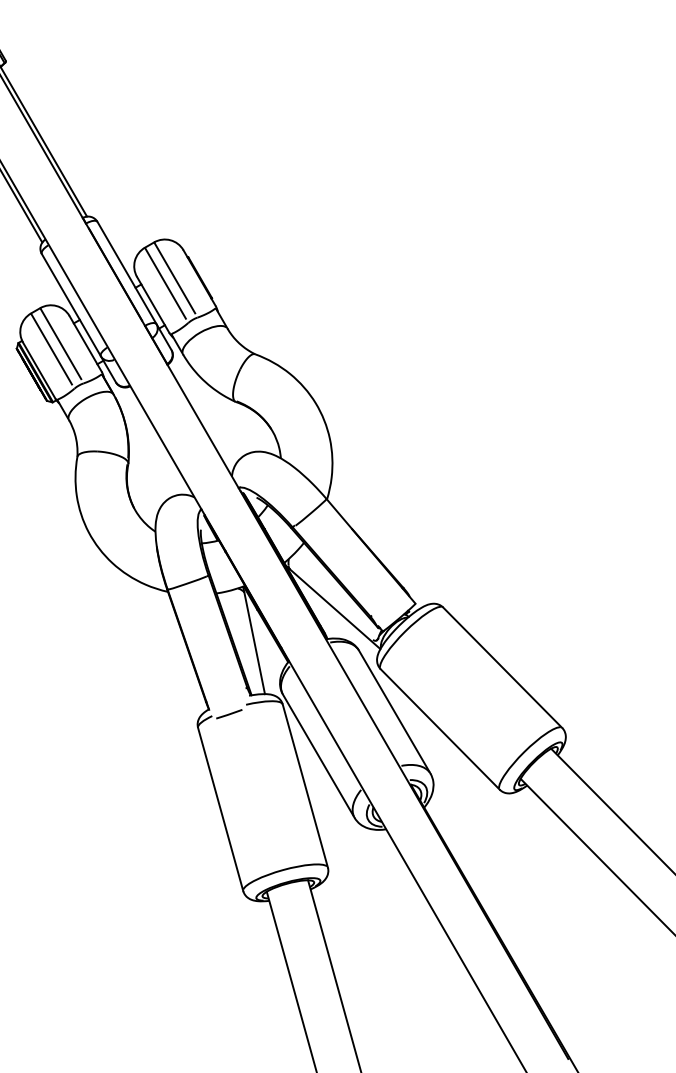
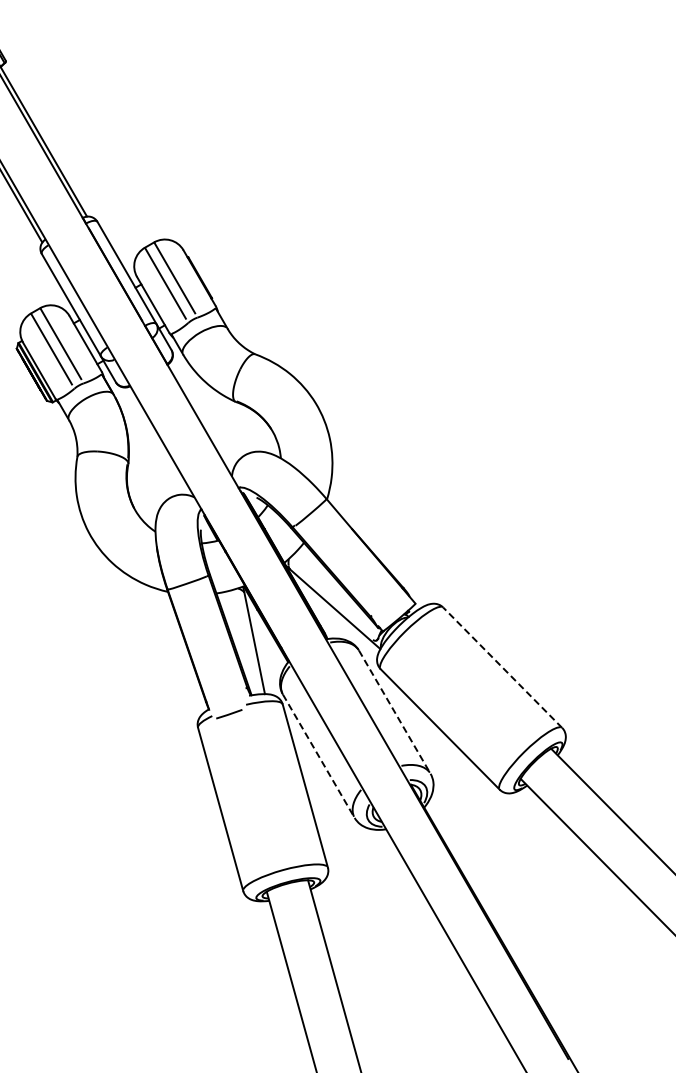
line at (502, 667): solid -> dashed
line at (395, 712): solid -> dashed
line at (319, 756): solid -> dashed
